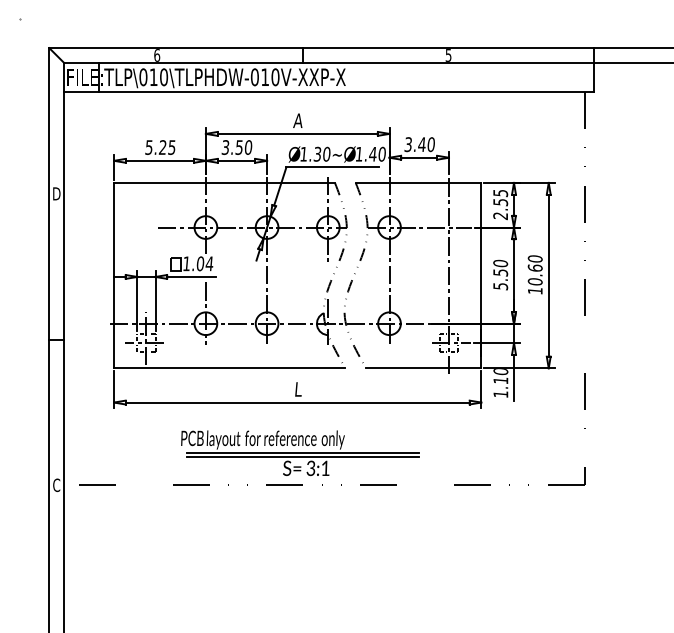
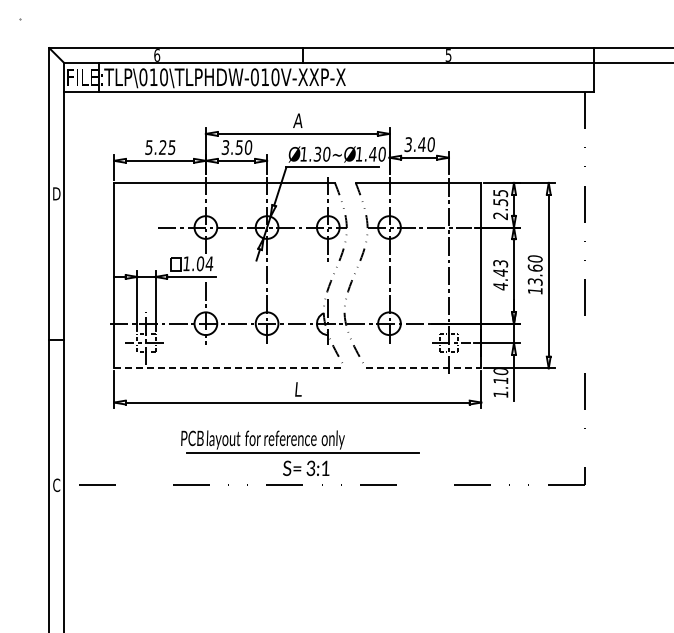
text at (500, 274): 5.50 -> 4.43
text at (534, 281): 10.60 -> 13.60
line at (229, 368): solid -> dashed
line at (423, 368): solid -> dashed
line at (303, 456): present -> none
